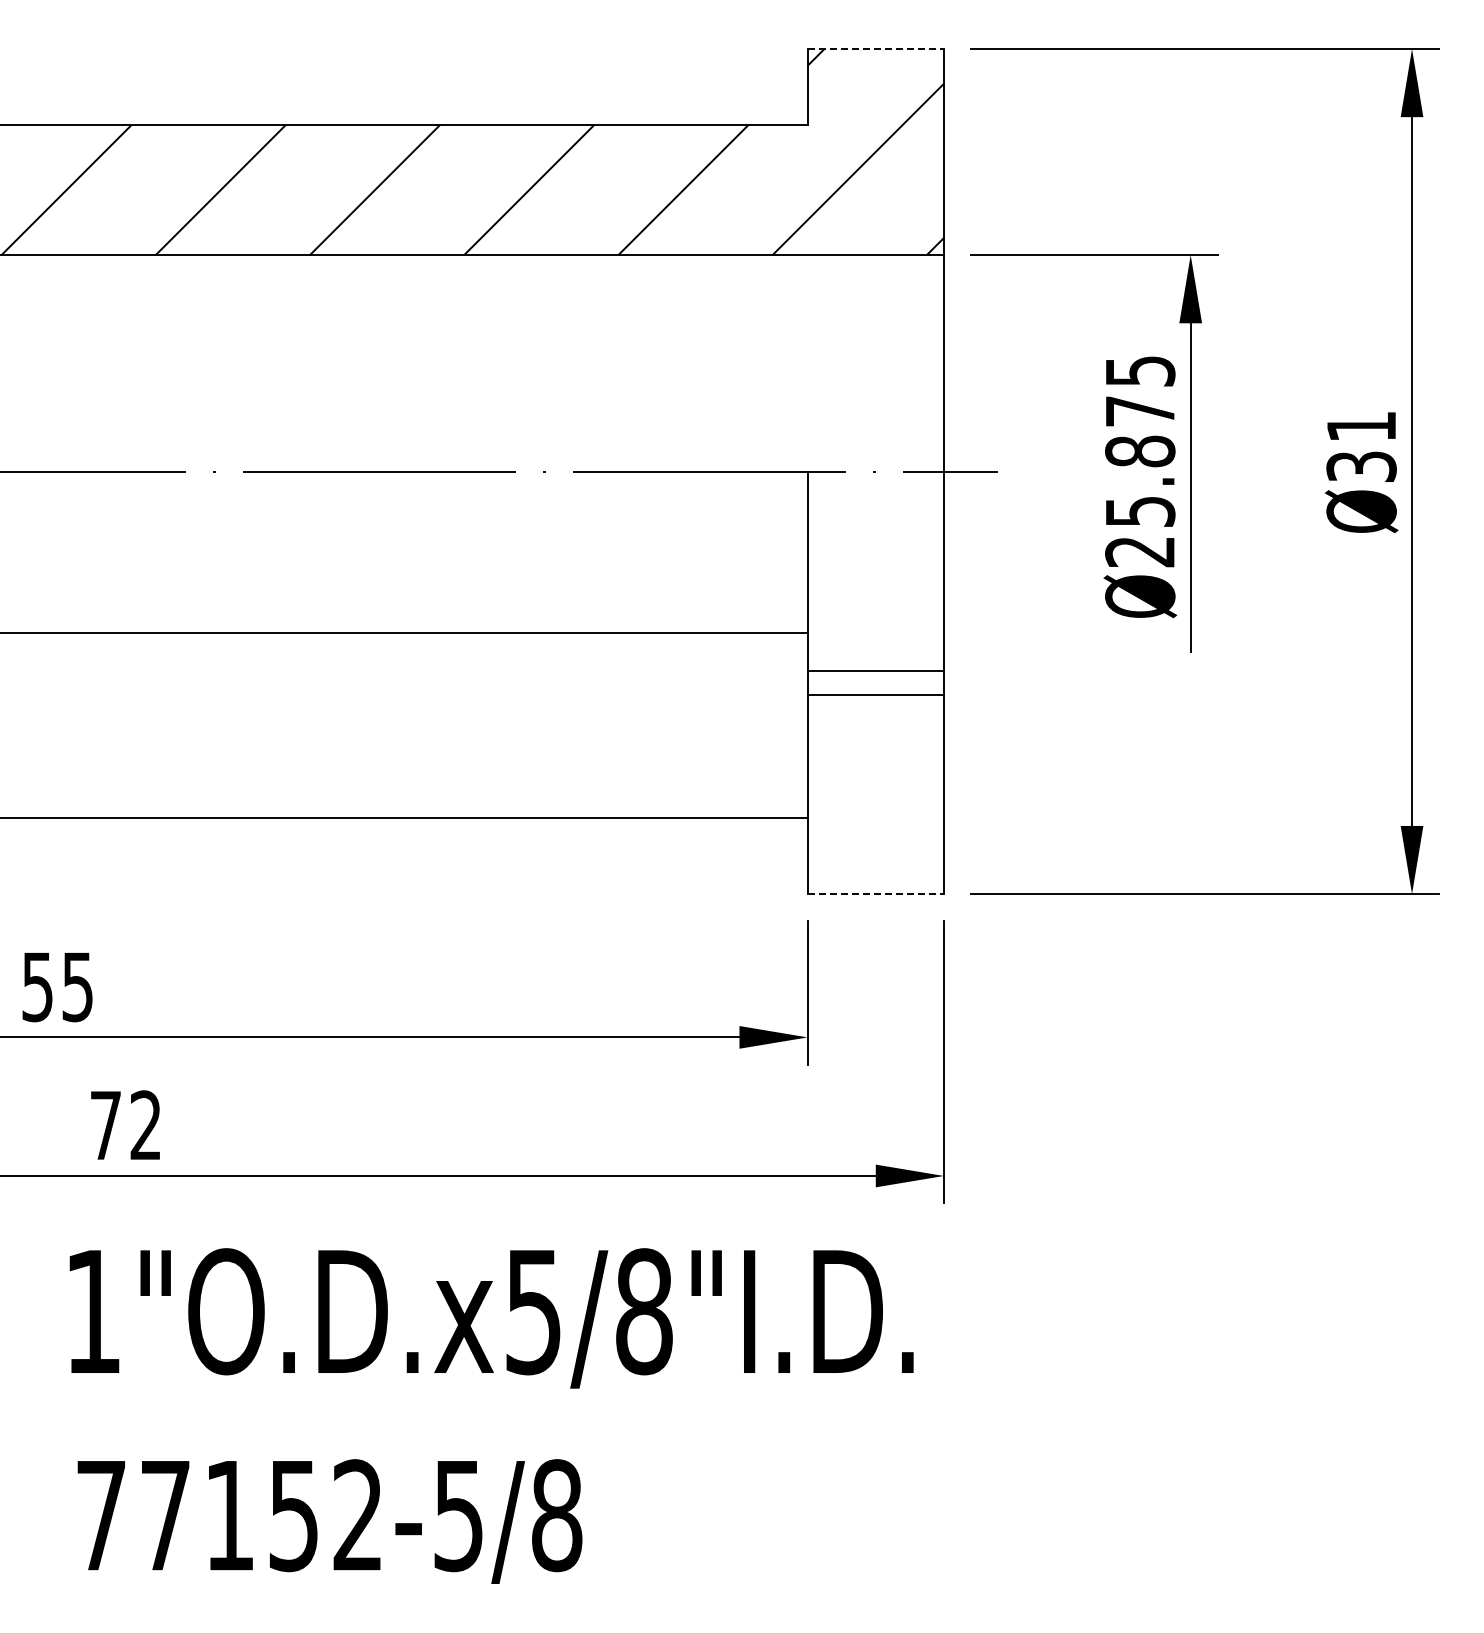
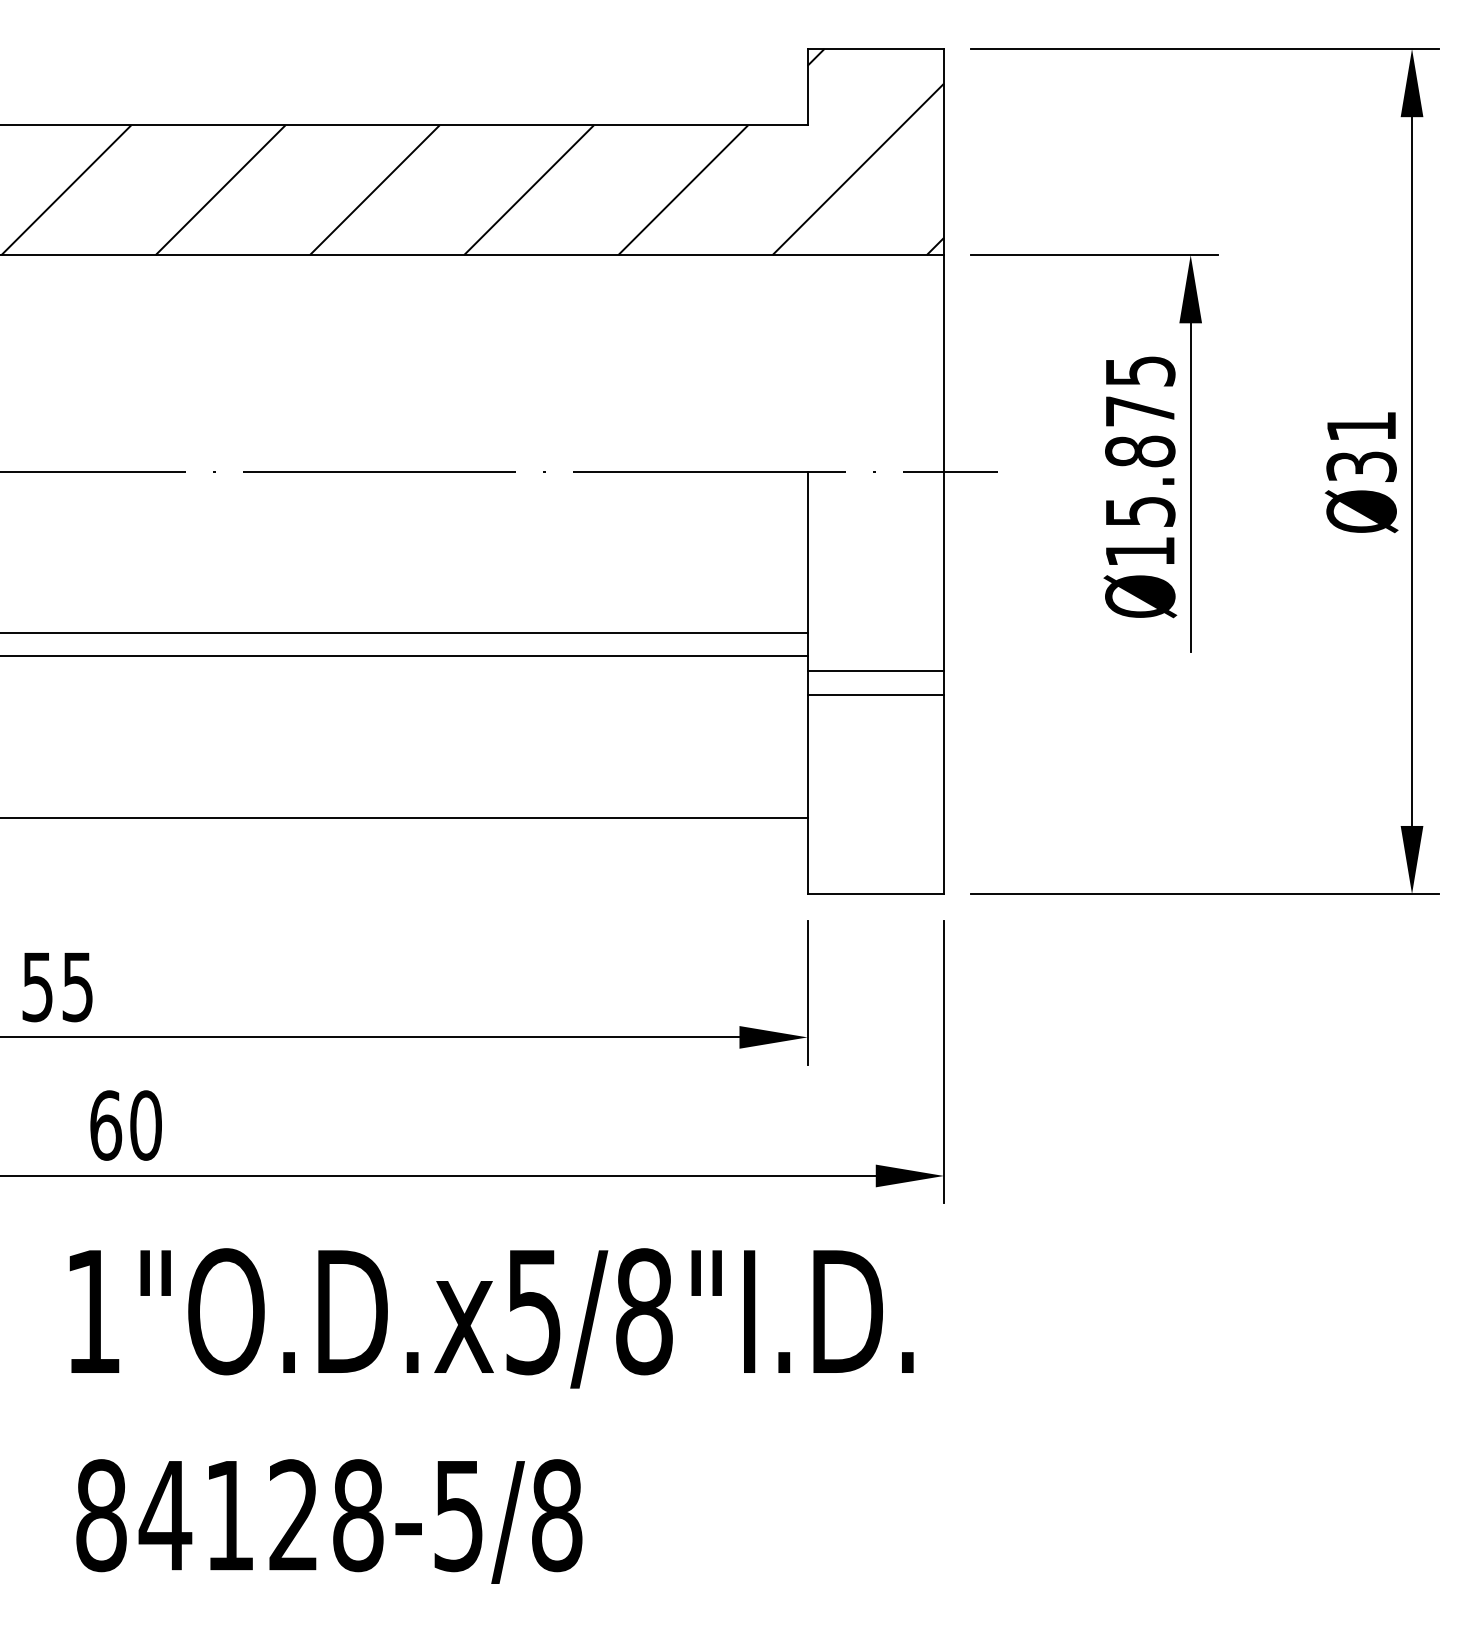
line at (876, 48): dashed -> solid
text at (1139, 552): Ø25.875 -> Ø15.875
line at (404, 656): none -> present
line at (876, 894): dashed -> solid
text at (125, 1125): 72 -> 60
text at (229, 1515): 77152-5/8 -> 84128-5/8
